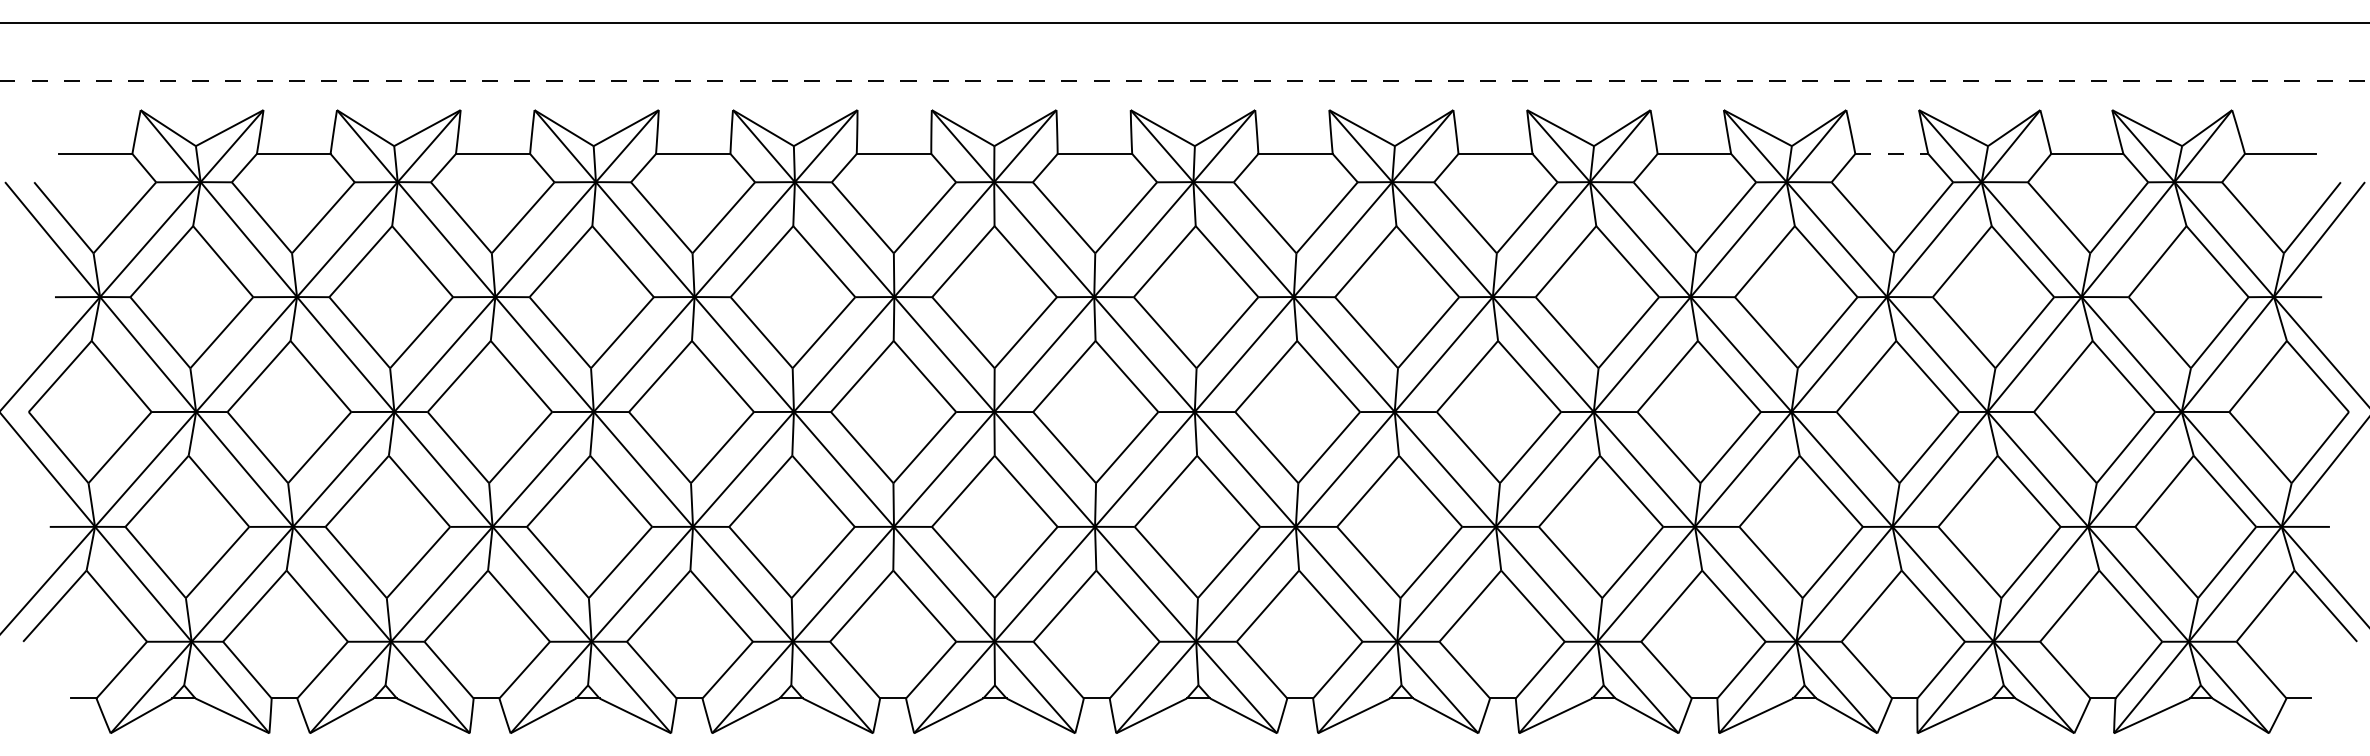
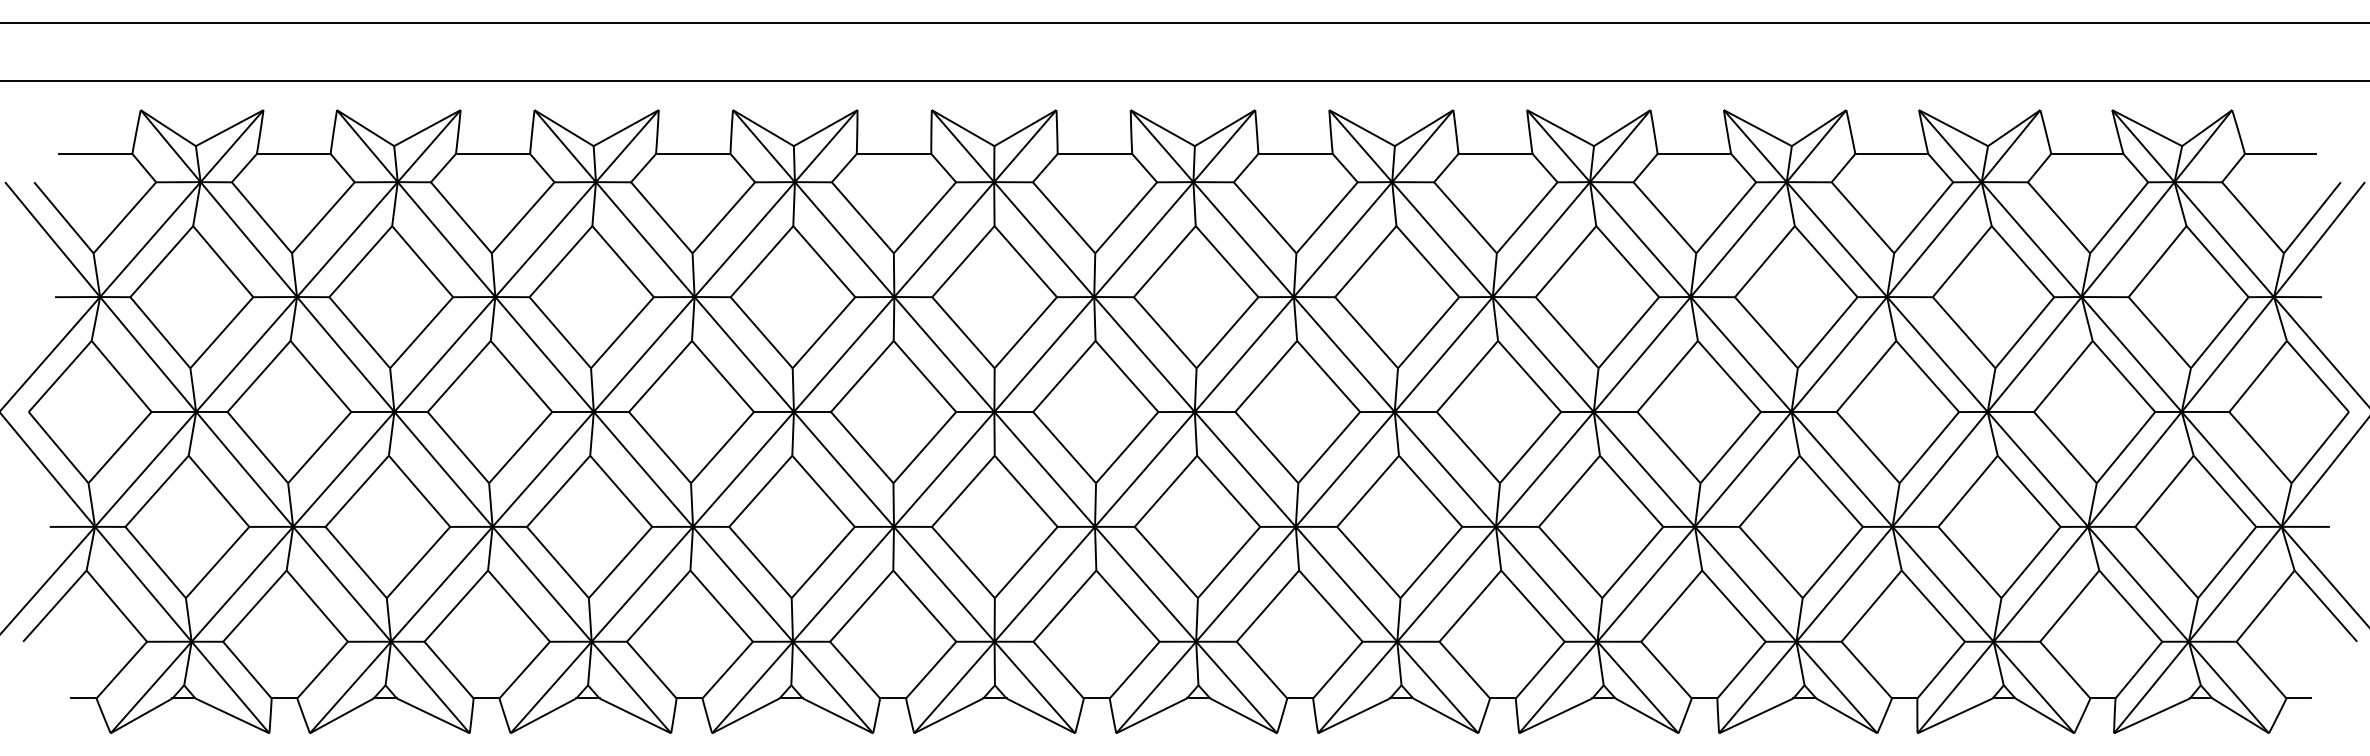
line at (1184, 80): dashed -> solid
line at (1892, 153): dashed -> solid
